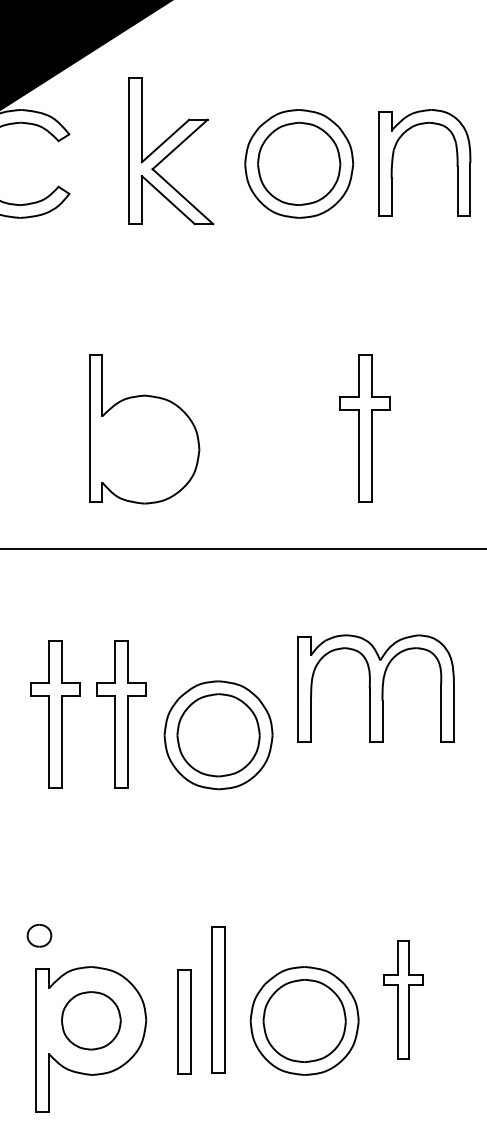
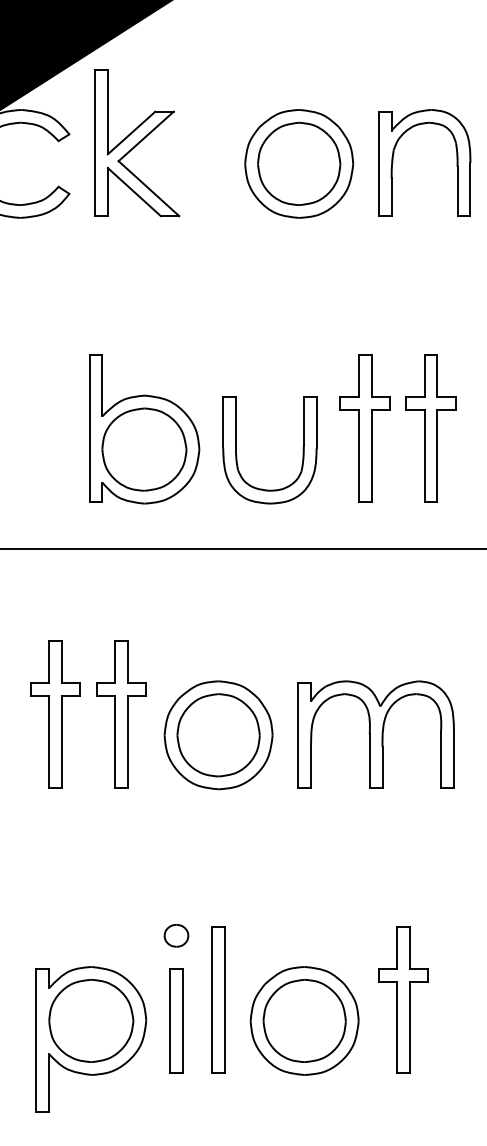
part at (171, 151) position: (171, 151) -> (137, 143)
part at (430, 428): none -> present
part at (144, 449): none -> present
part at (237, 455): none -> present
part at (375, 688) position: (375, 688) -> (375, 734)
part at (39, 935) position: (39, 935) -> (176, 935)
part at (403, 999) size: 41x120 px -> 51x148 px
part at (91, 1020) size: 61x60 px -> 87x85 px
part at (184, 1021) position: (184, 1021) -> (176, 1020)
